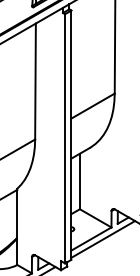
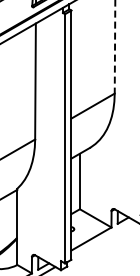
line at (115, 47): solid -> dashed
line at (103, 239): present -> none
